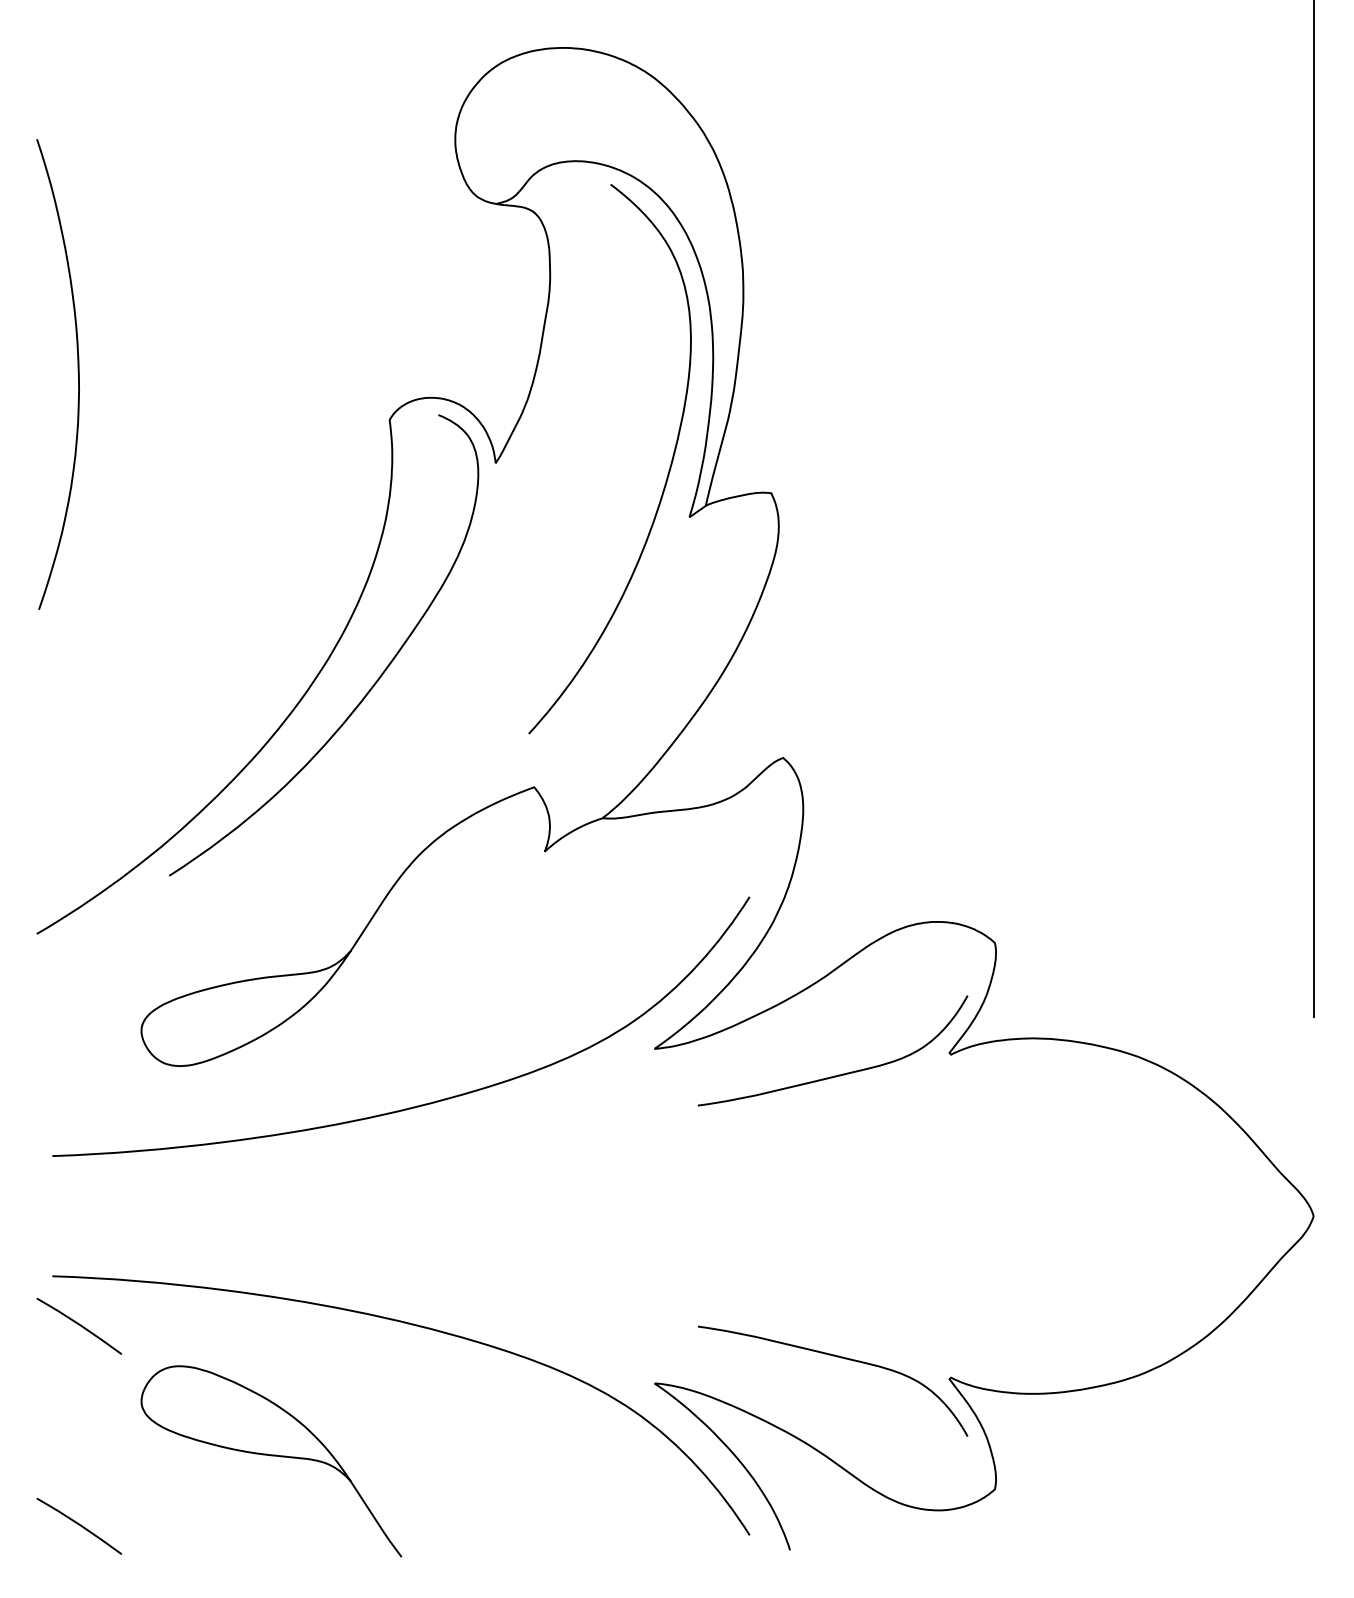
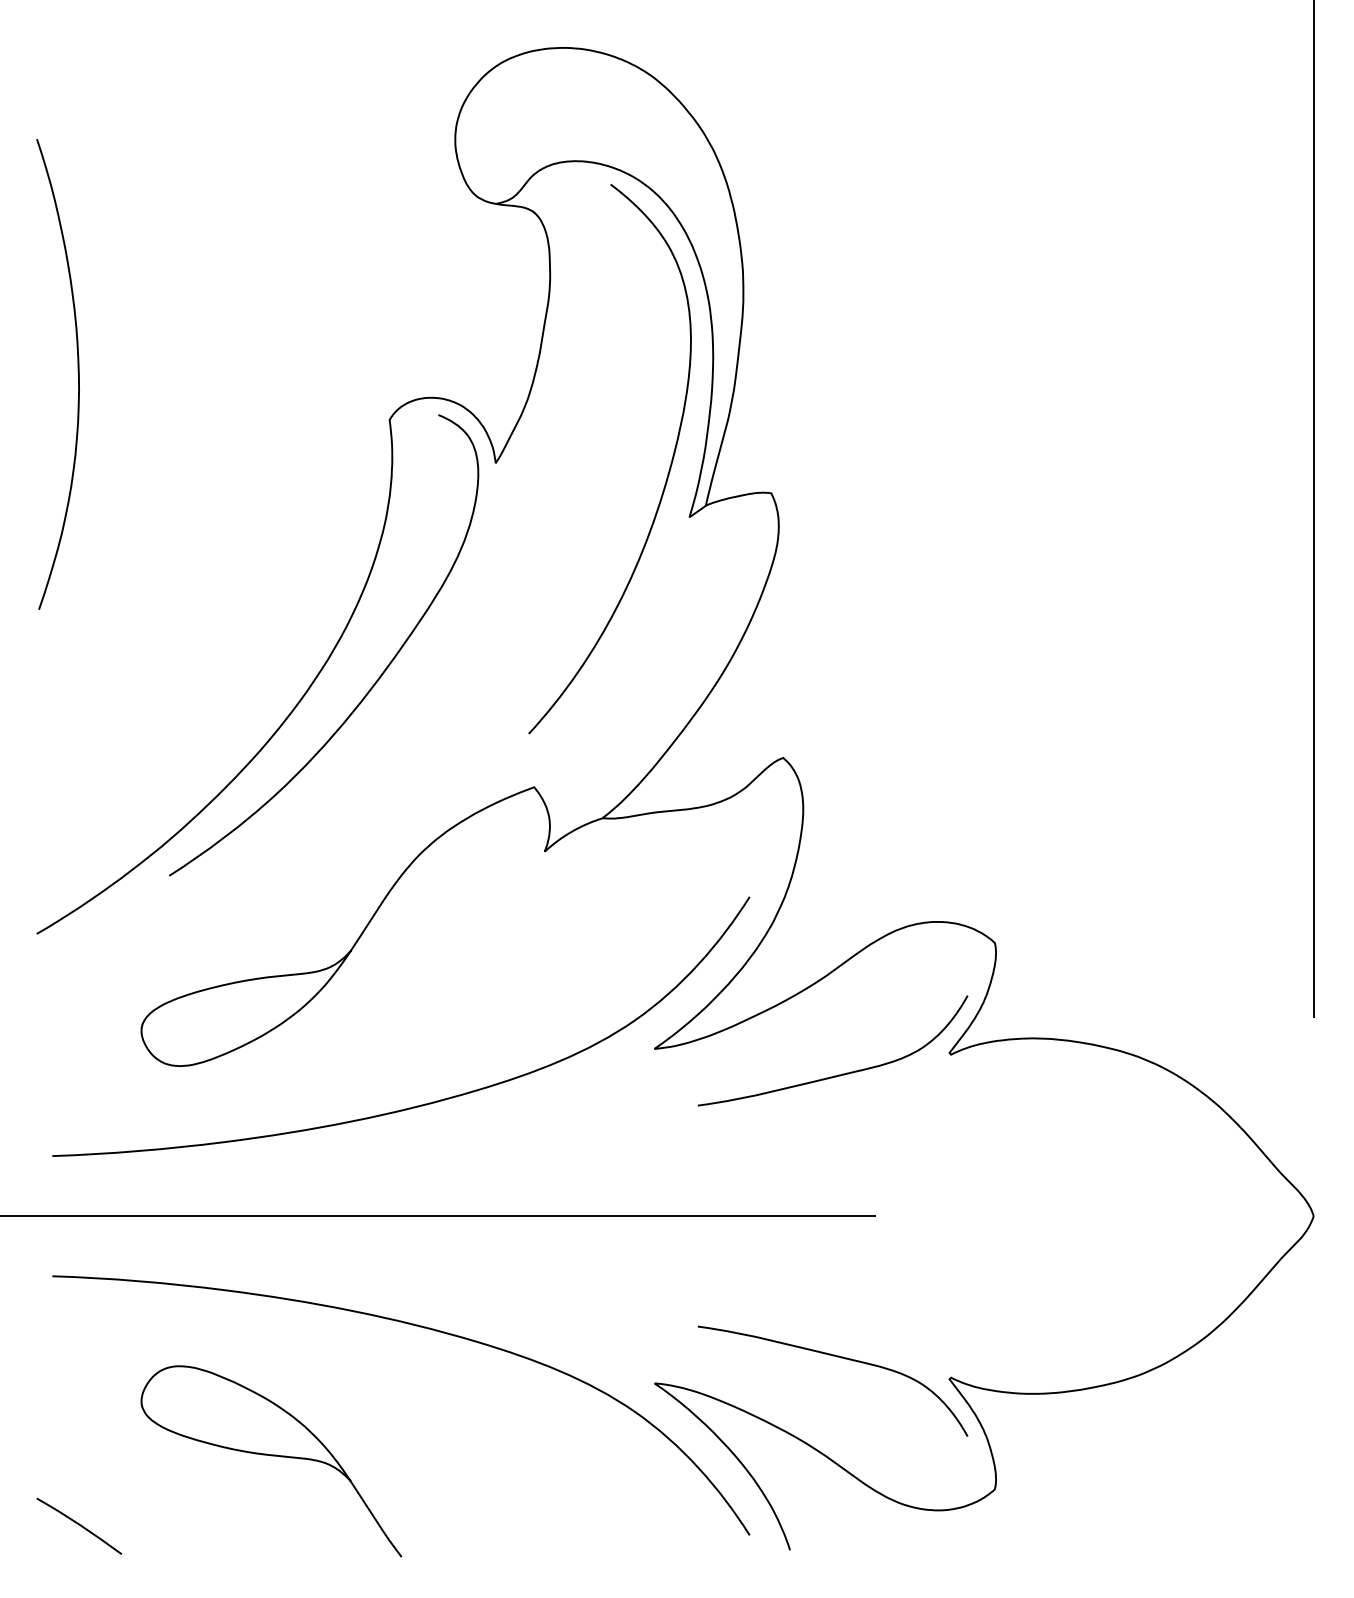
line at (438, 1216): none -> present
curve at (79, 1325): present -> none
